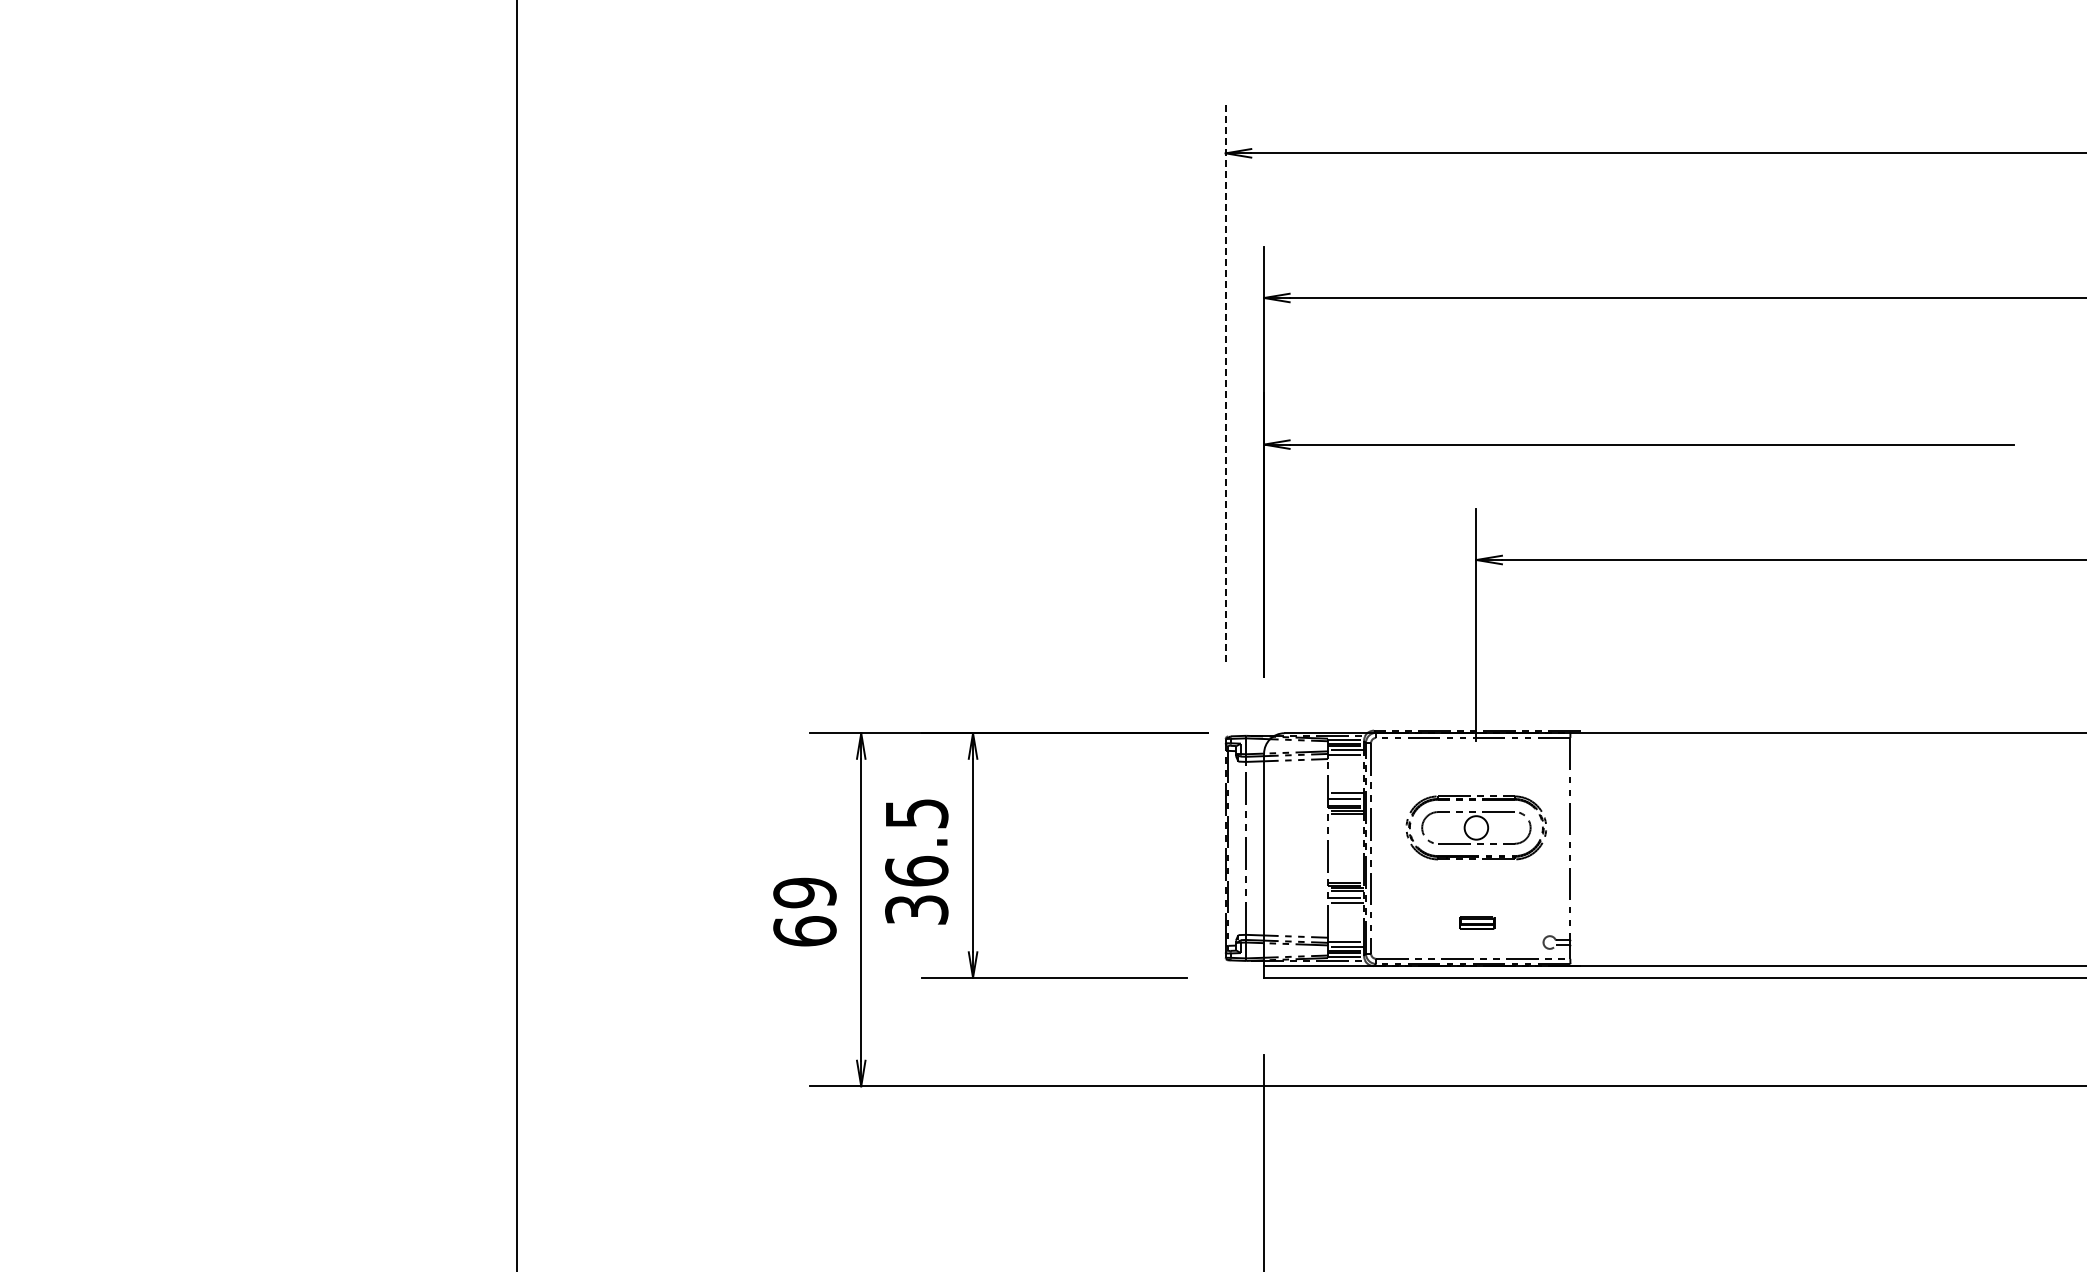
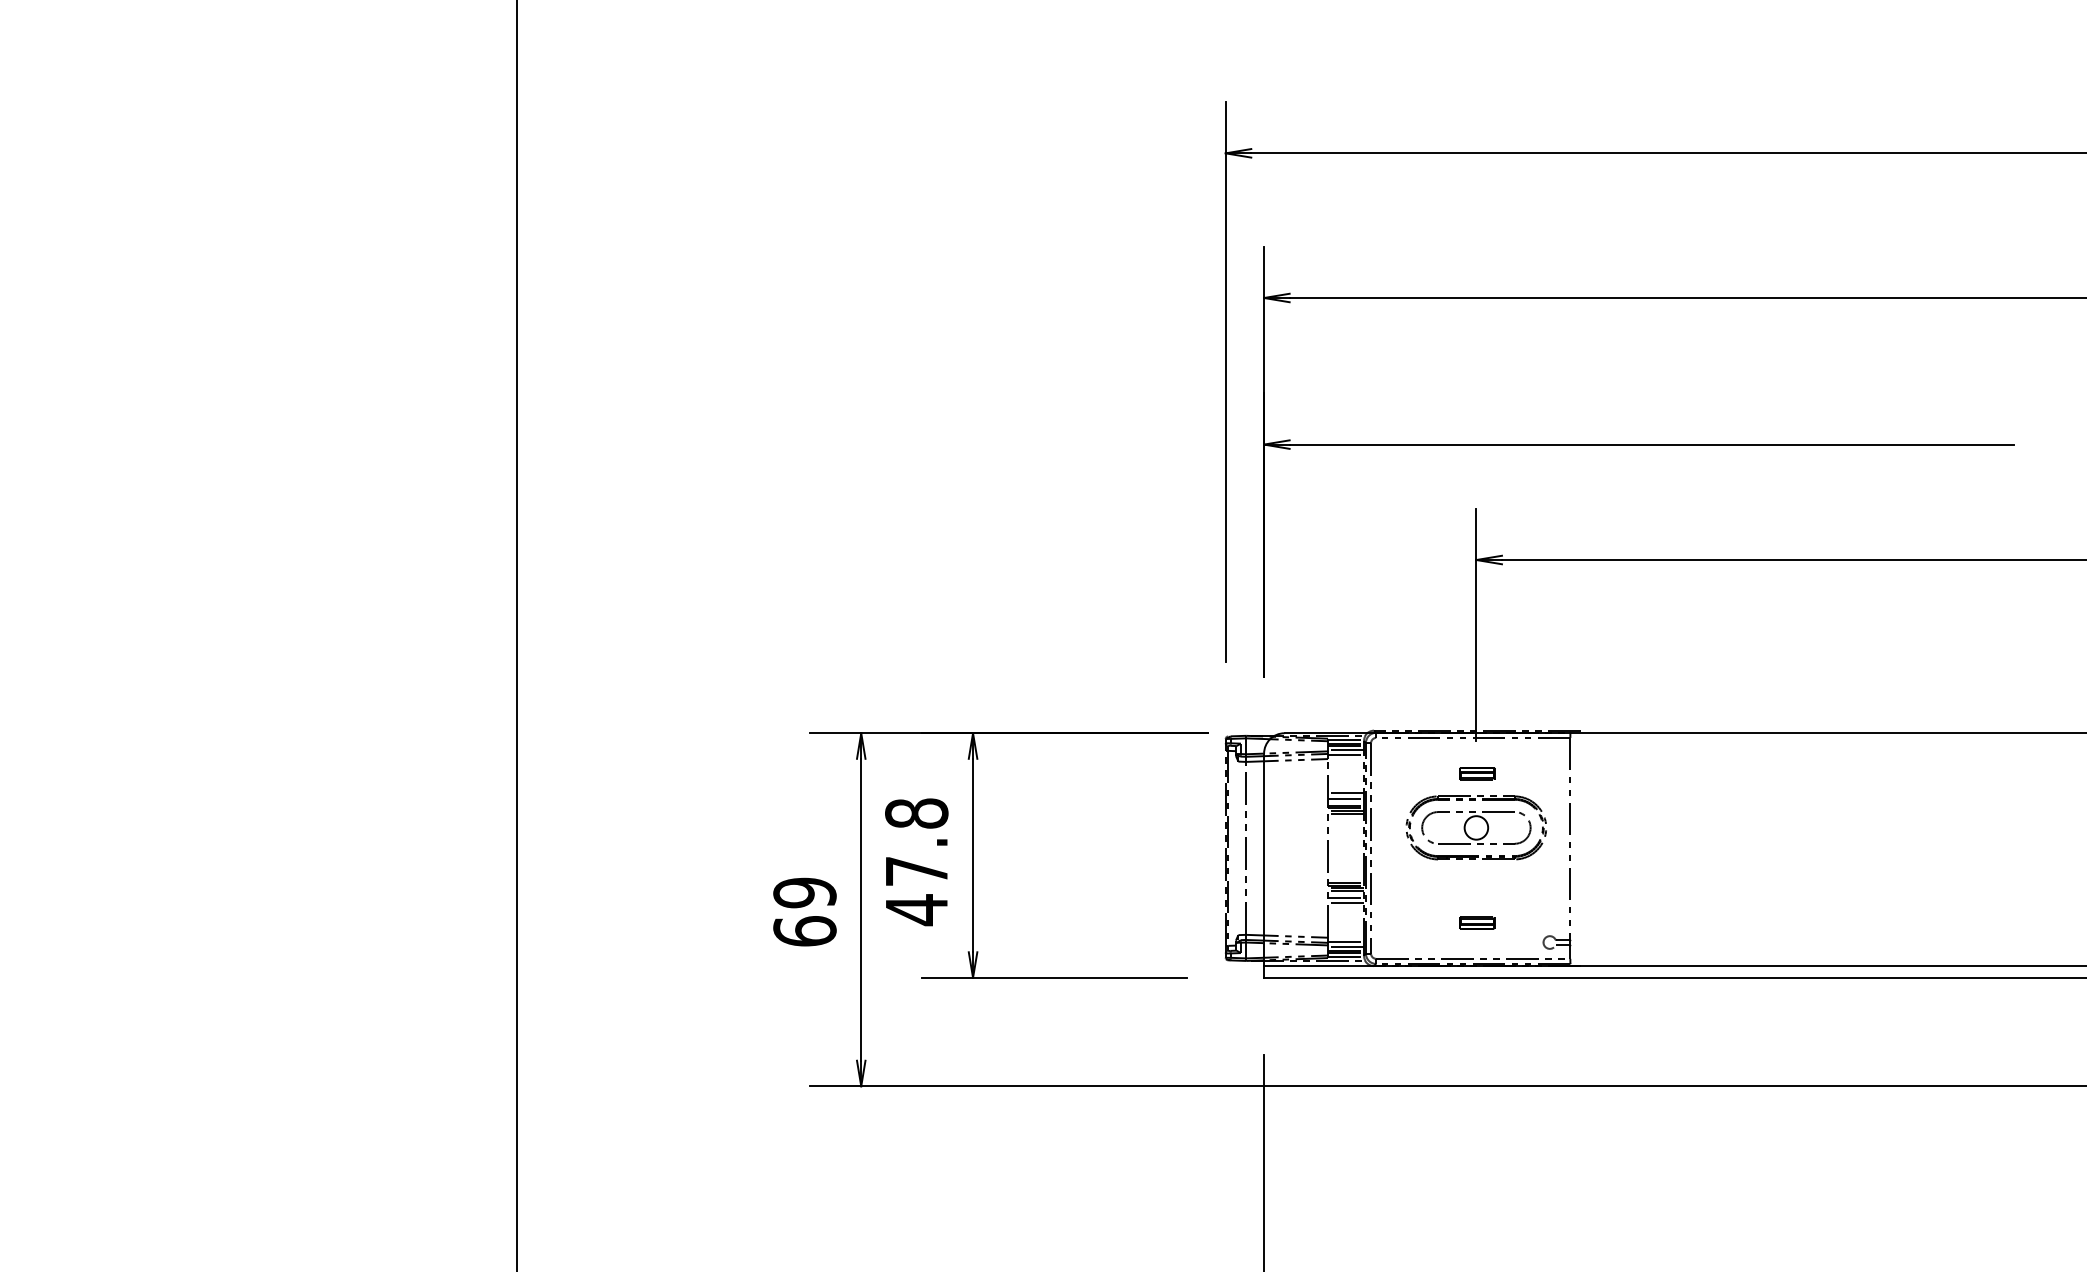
line at (1225, 381): dashed -> solid
part at (1477, 773): none -> present
text at (916, 862): 36.5 -> 47.8
